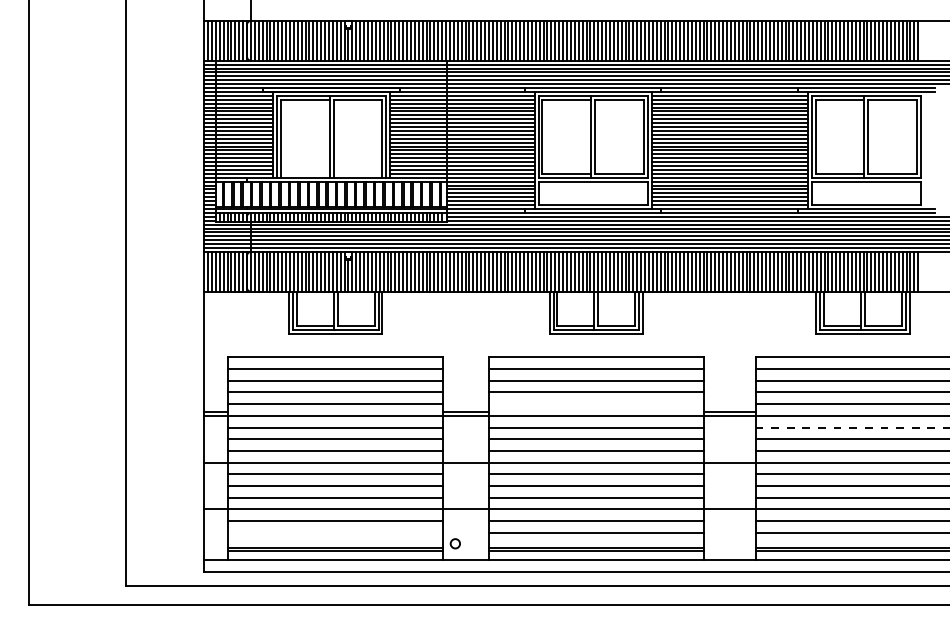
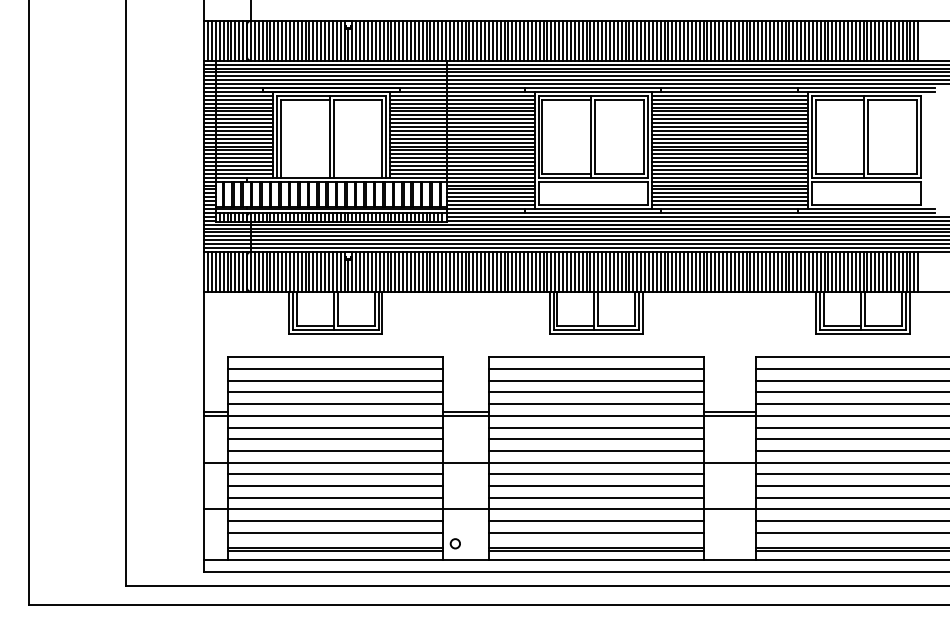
line at (596, 404): none -> present
line at (852, 427): dashed -> solid
line at (335, 532): none -> present
